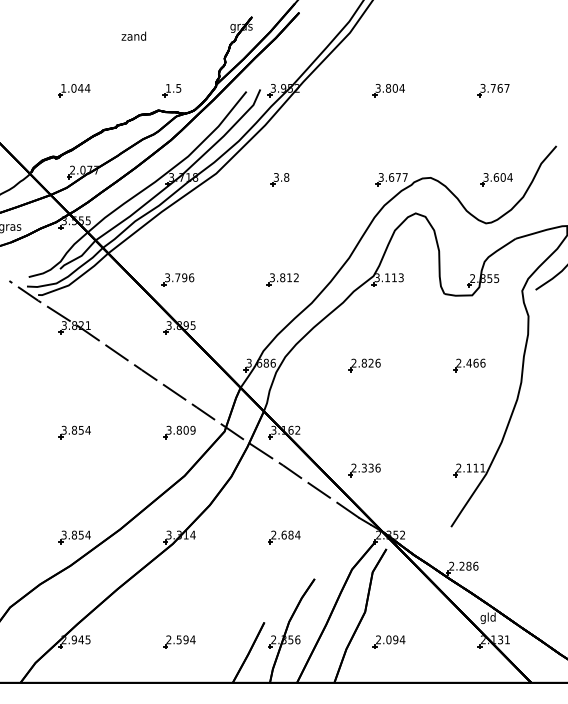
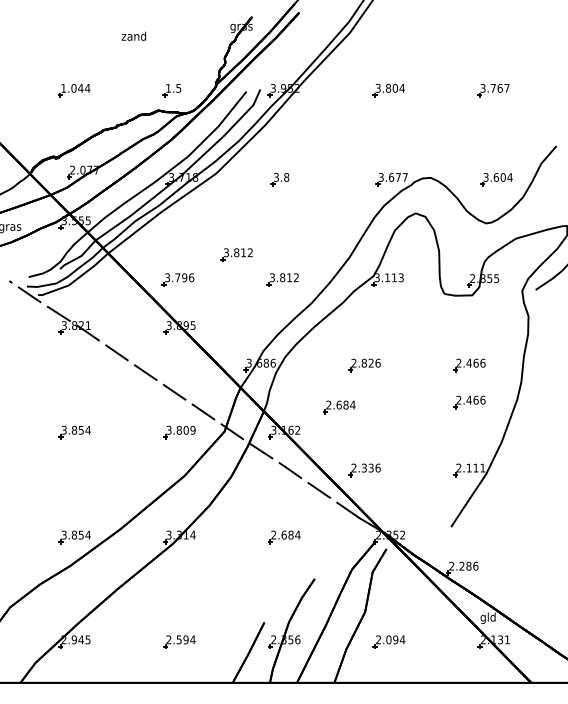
part at (236, 254): none -> present
part at (469, 402): none -> present
part at (339, 407): none -> present
